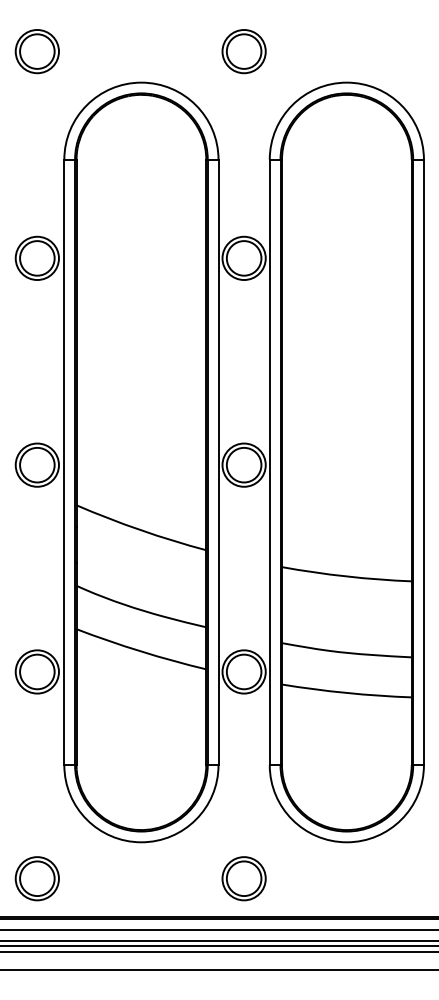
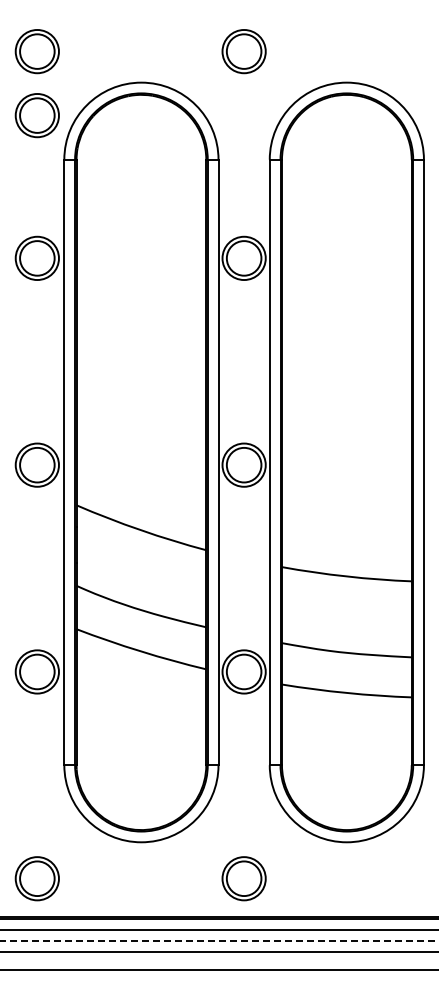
part at (36, 115): none -> present
line at (219, 940): solid -> dashed
line at (218, 946): present -> none
